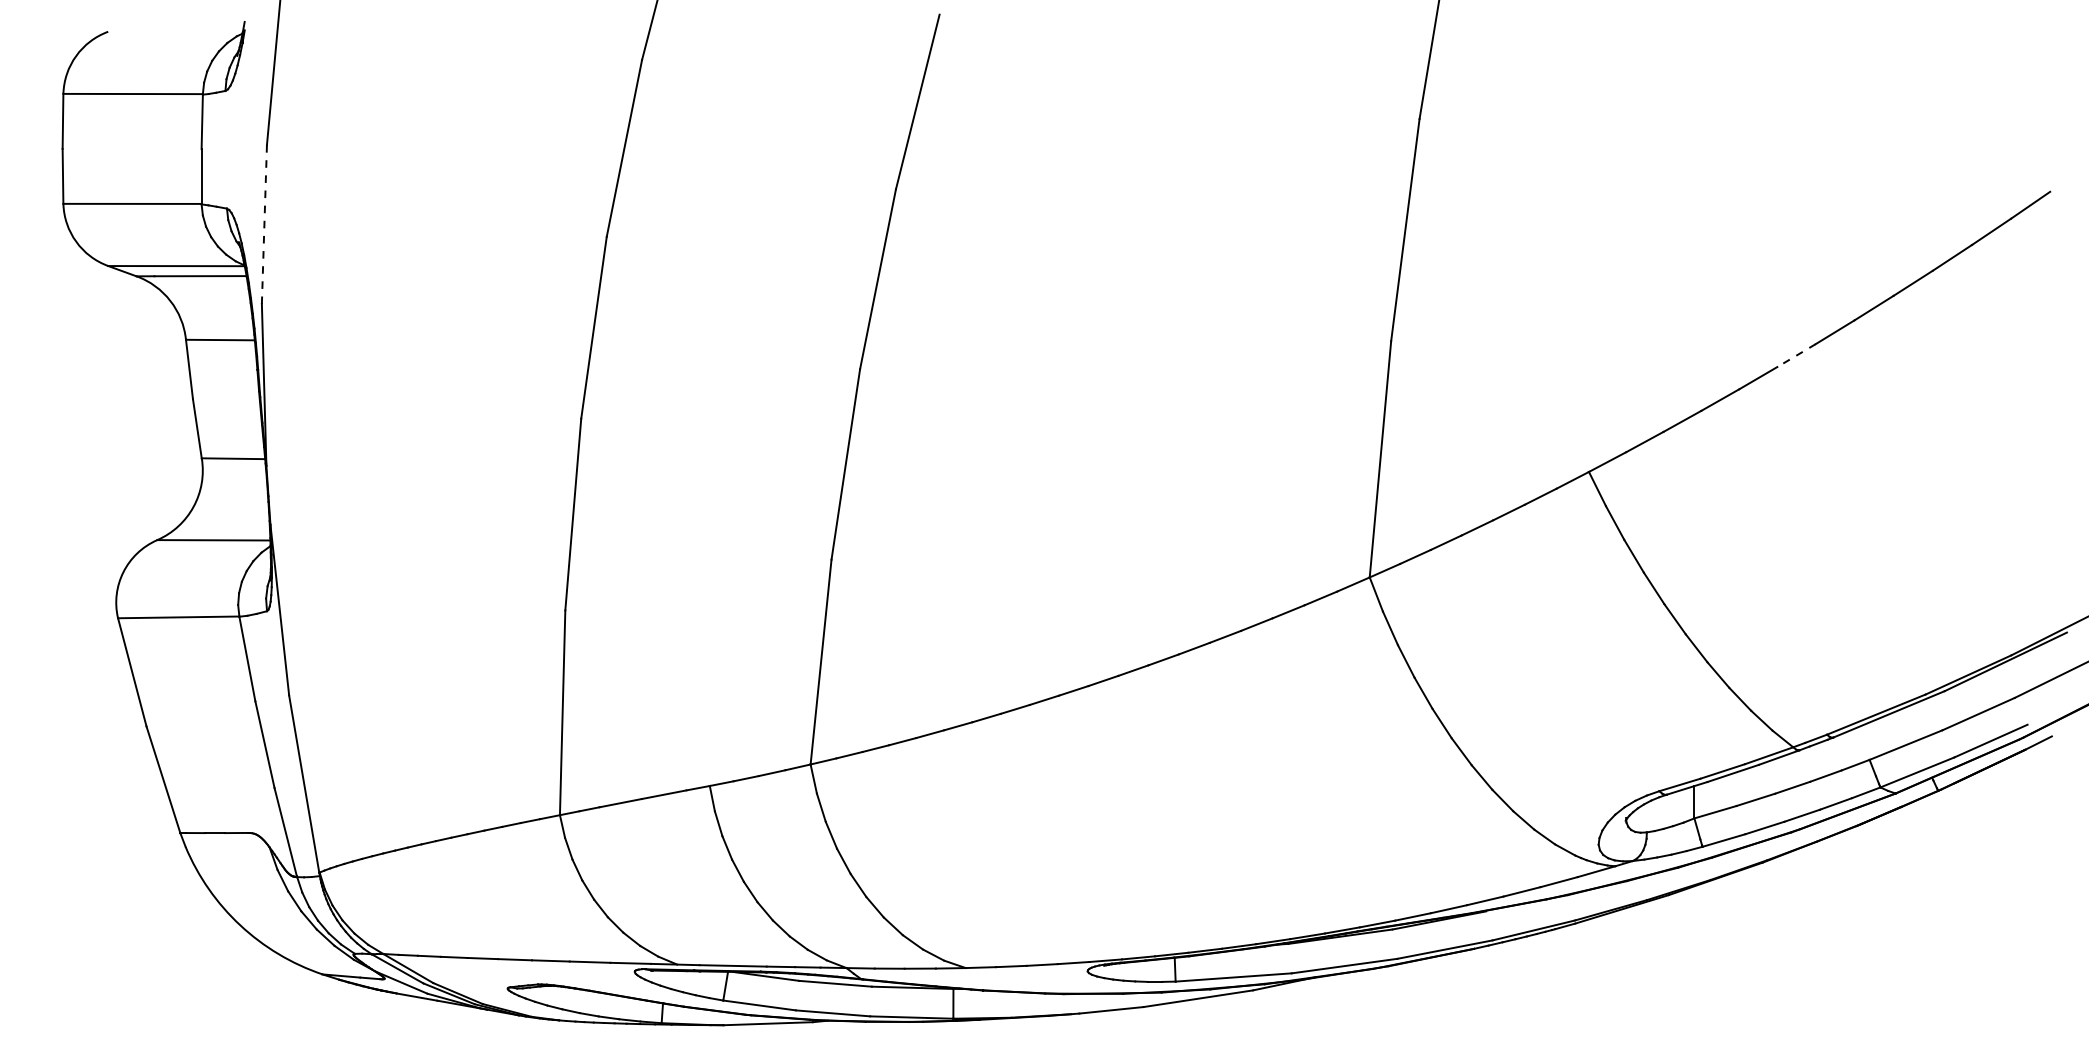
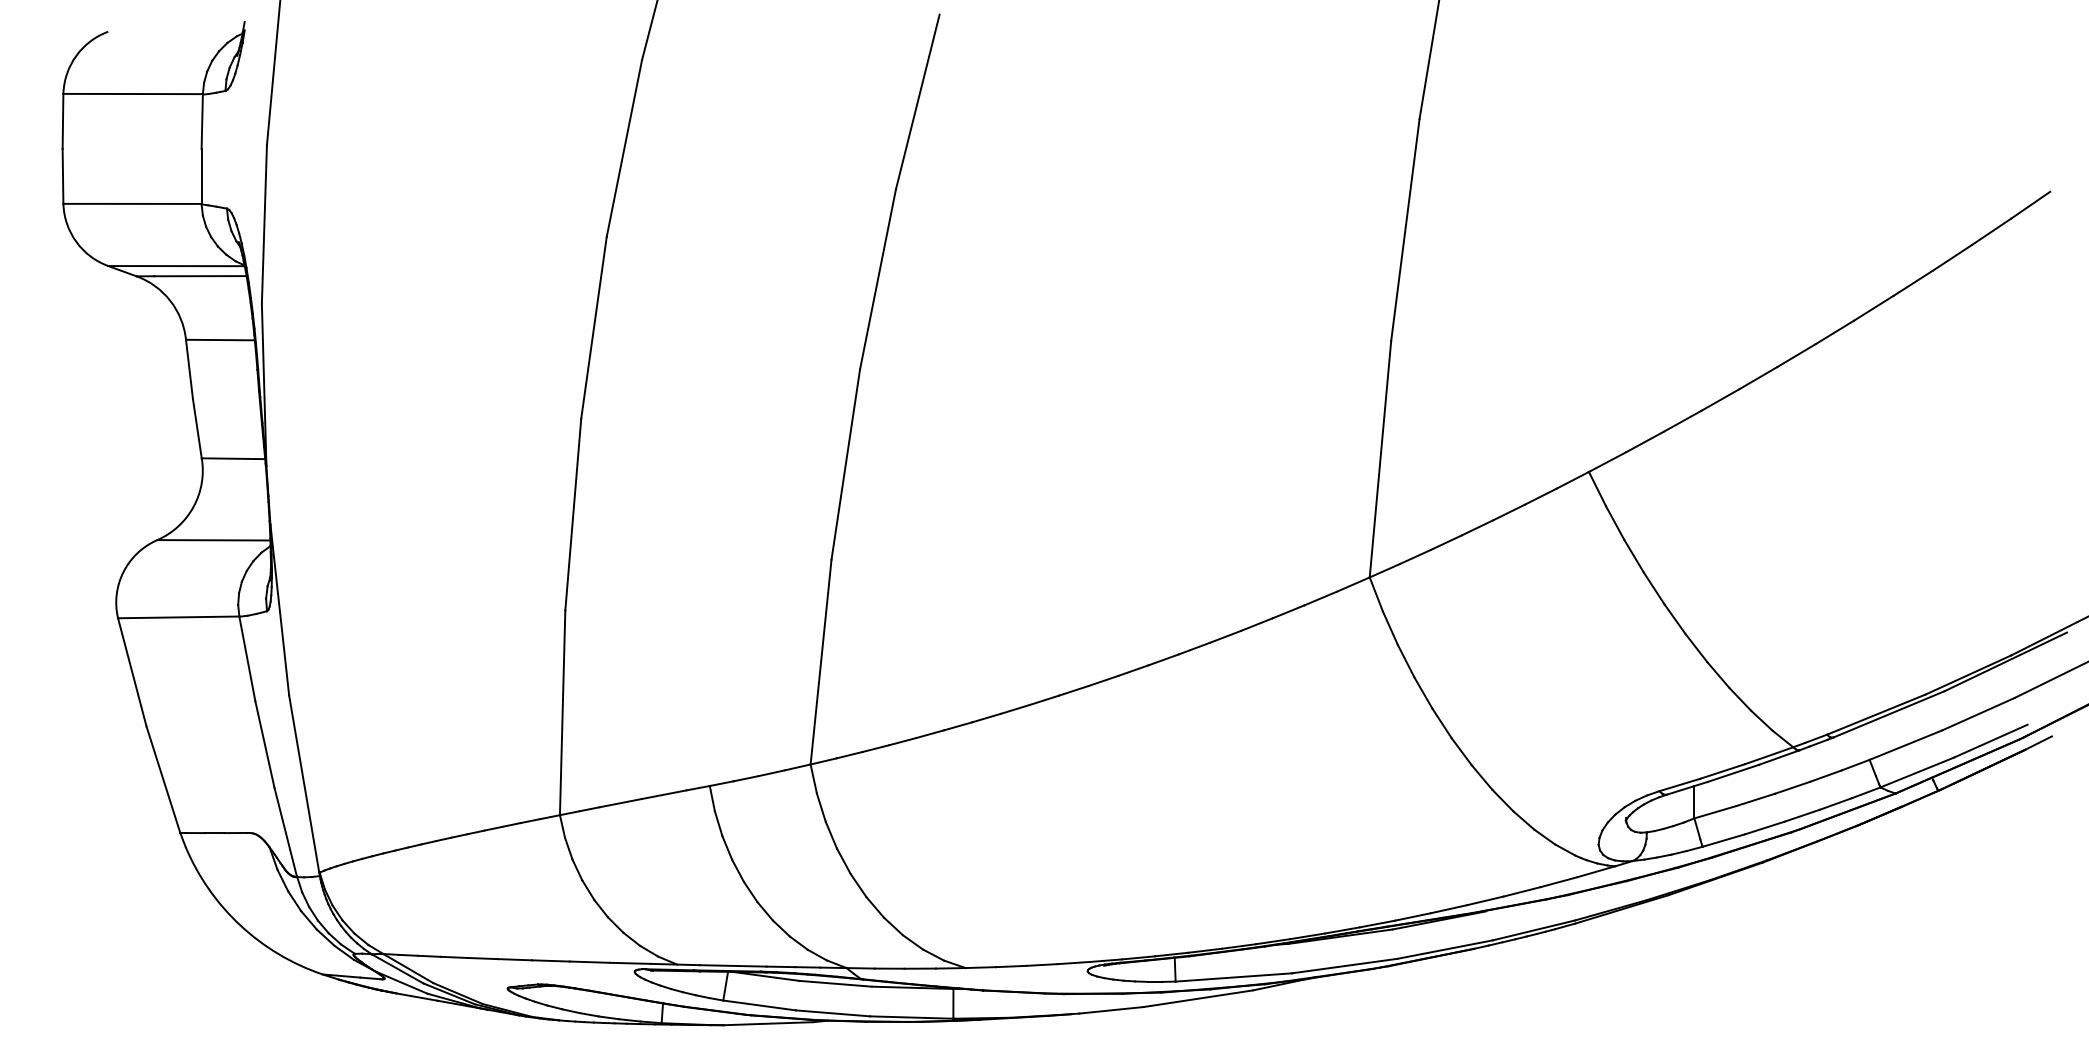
line at (264, 225): dashed -> solid
line at (1796, 355): dashed -> solid
